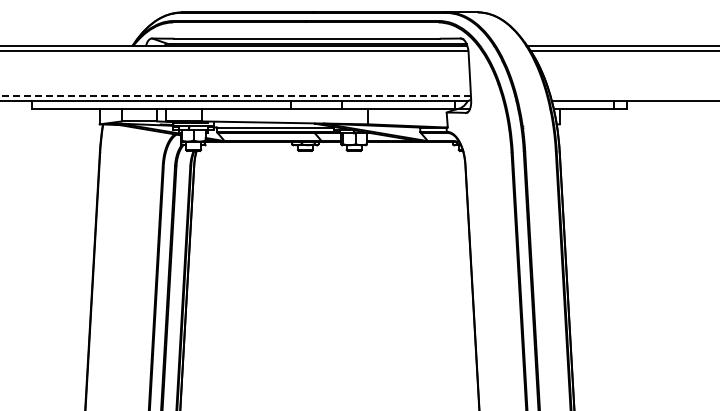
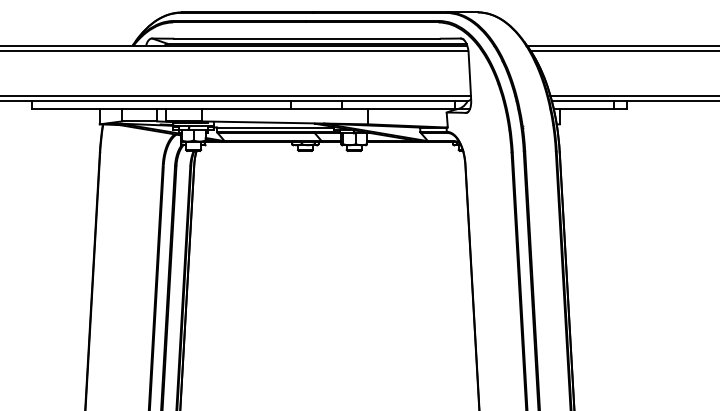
line at (234, 95): dashed -> solid
line at (633, 95): none -> present
